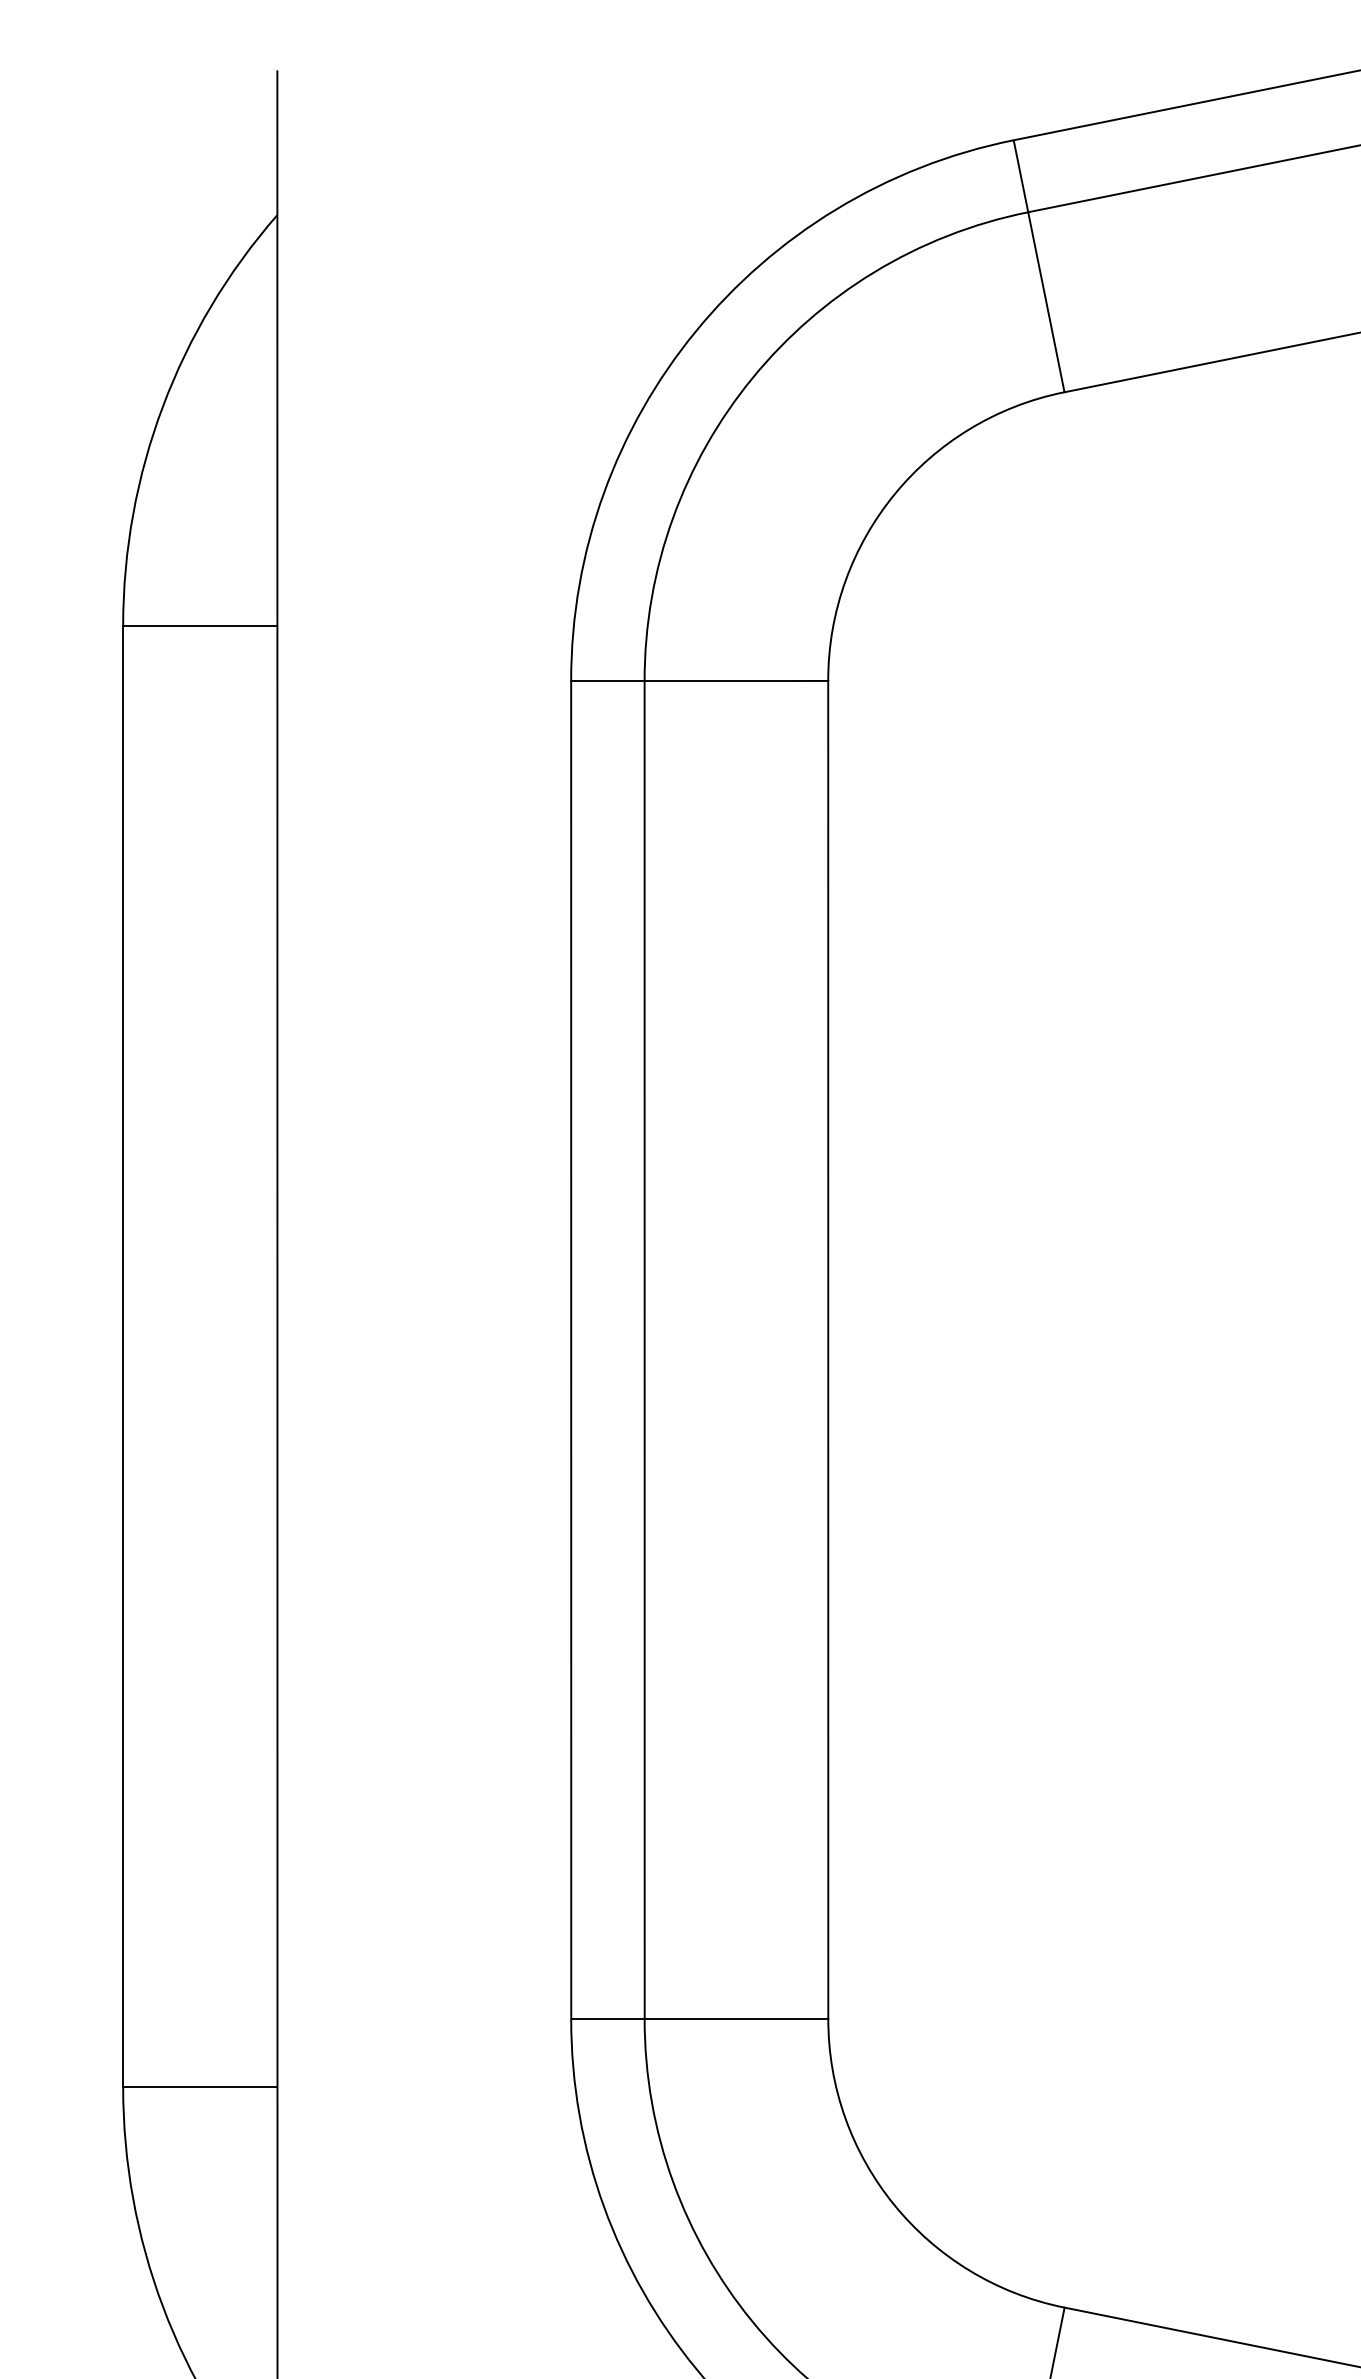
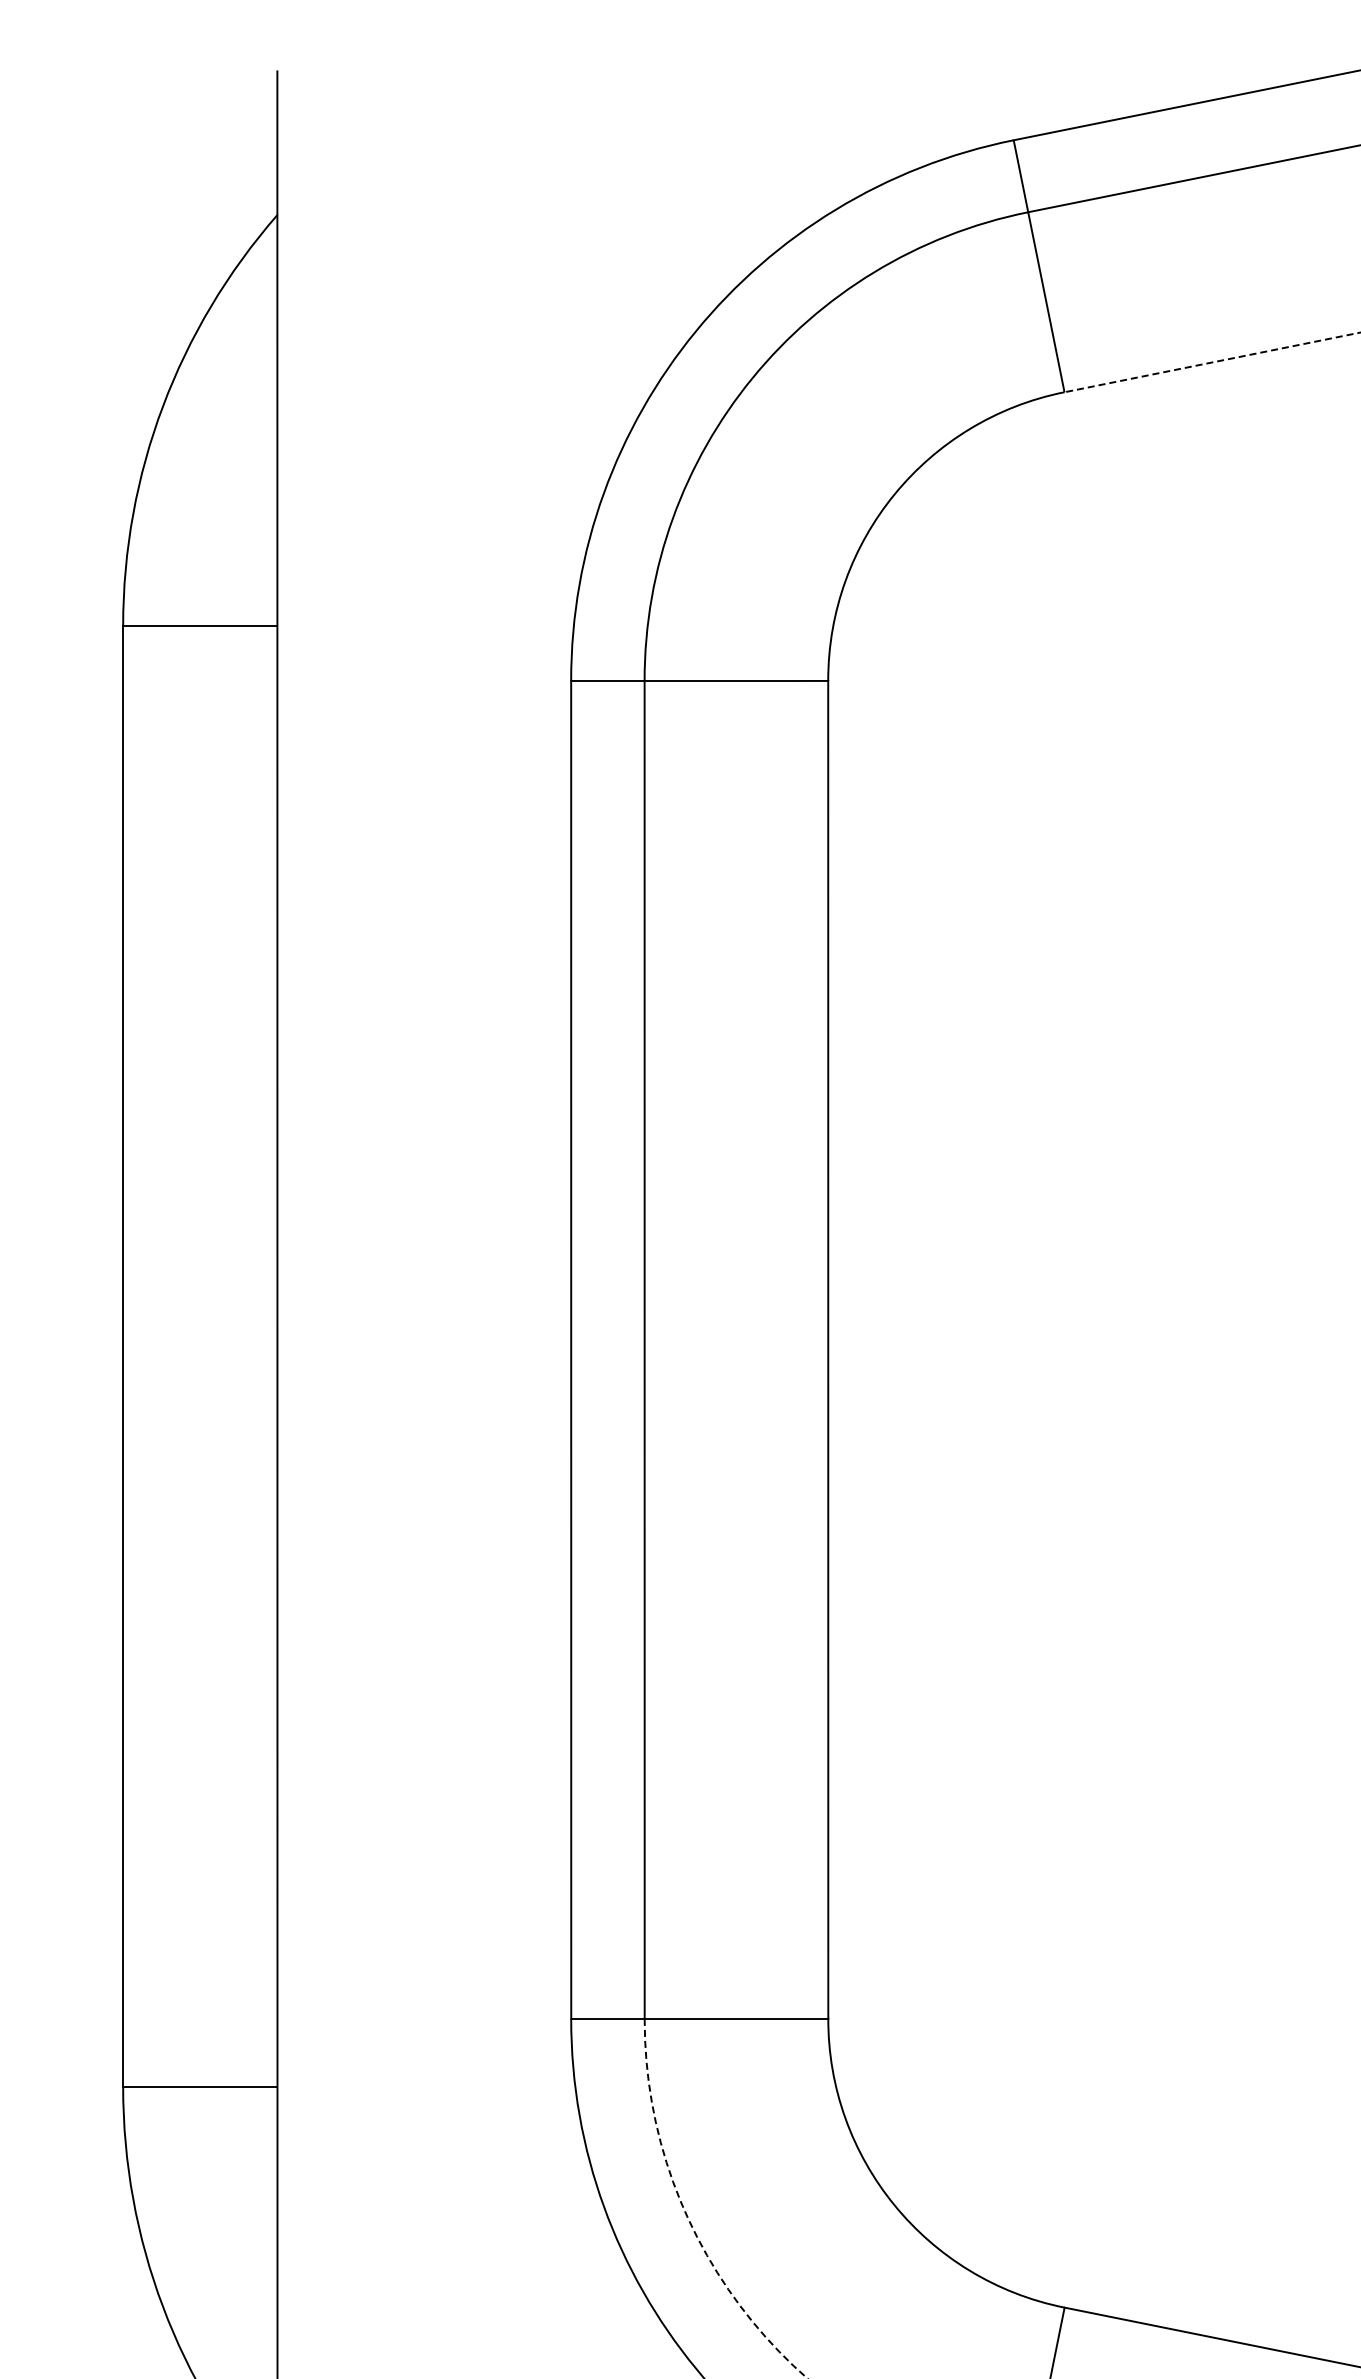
line at (1212, 362): solid -> dashed
arc at (688, 2218): solid -> dashed
